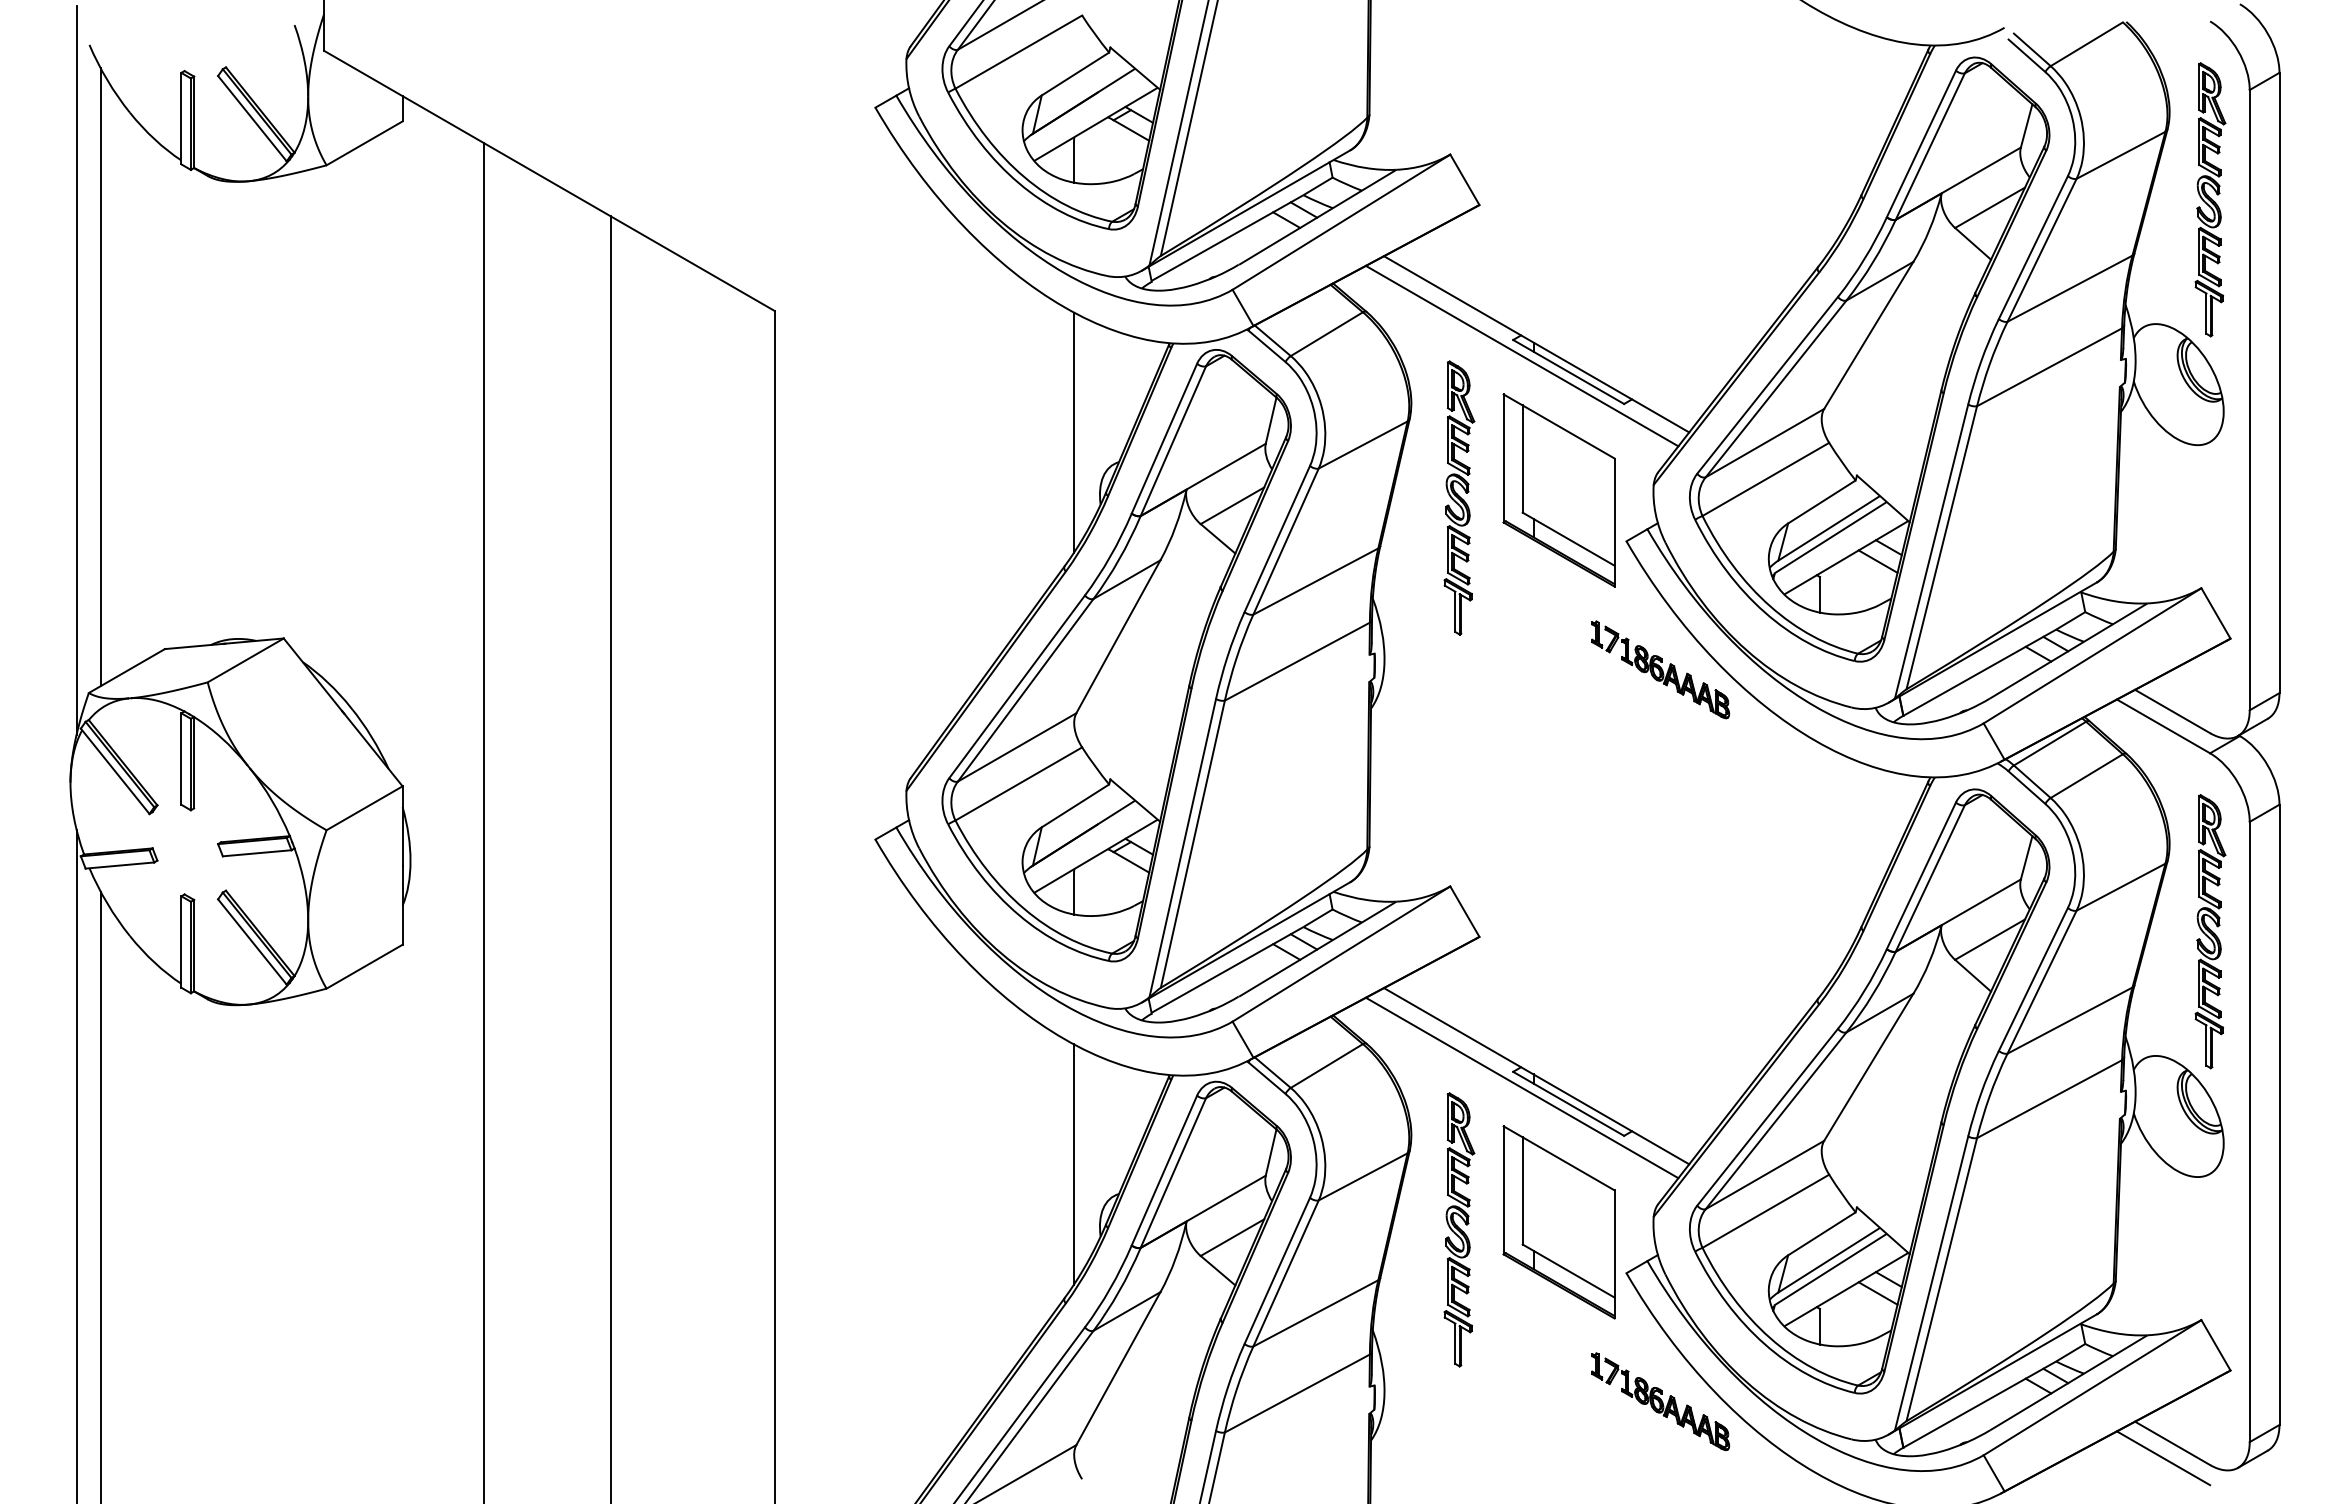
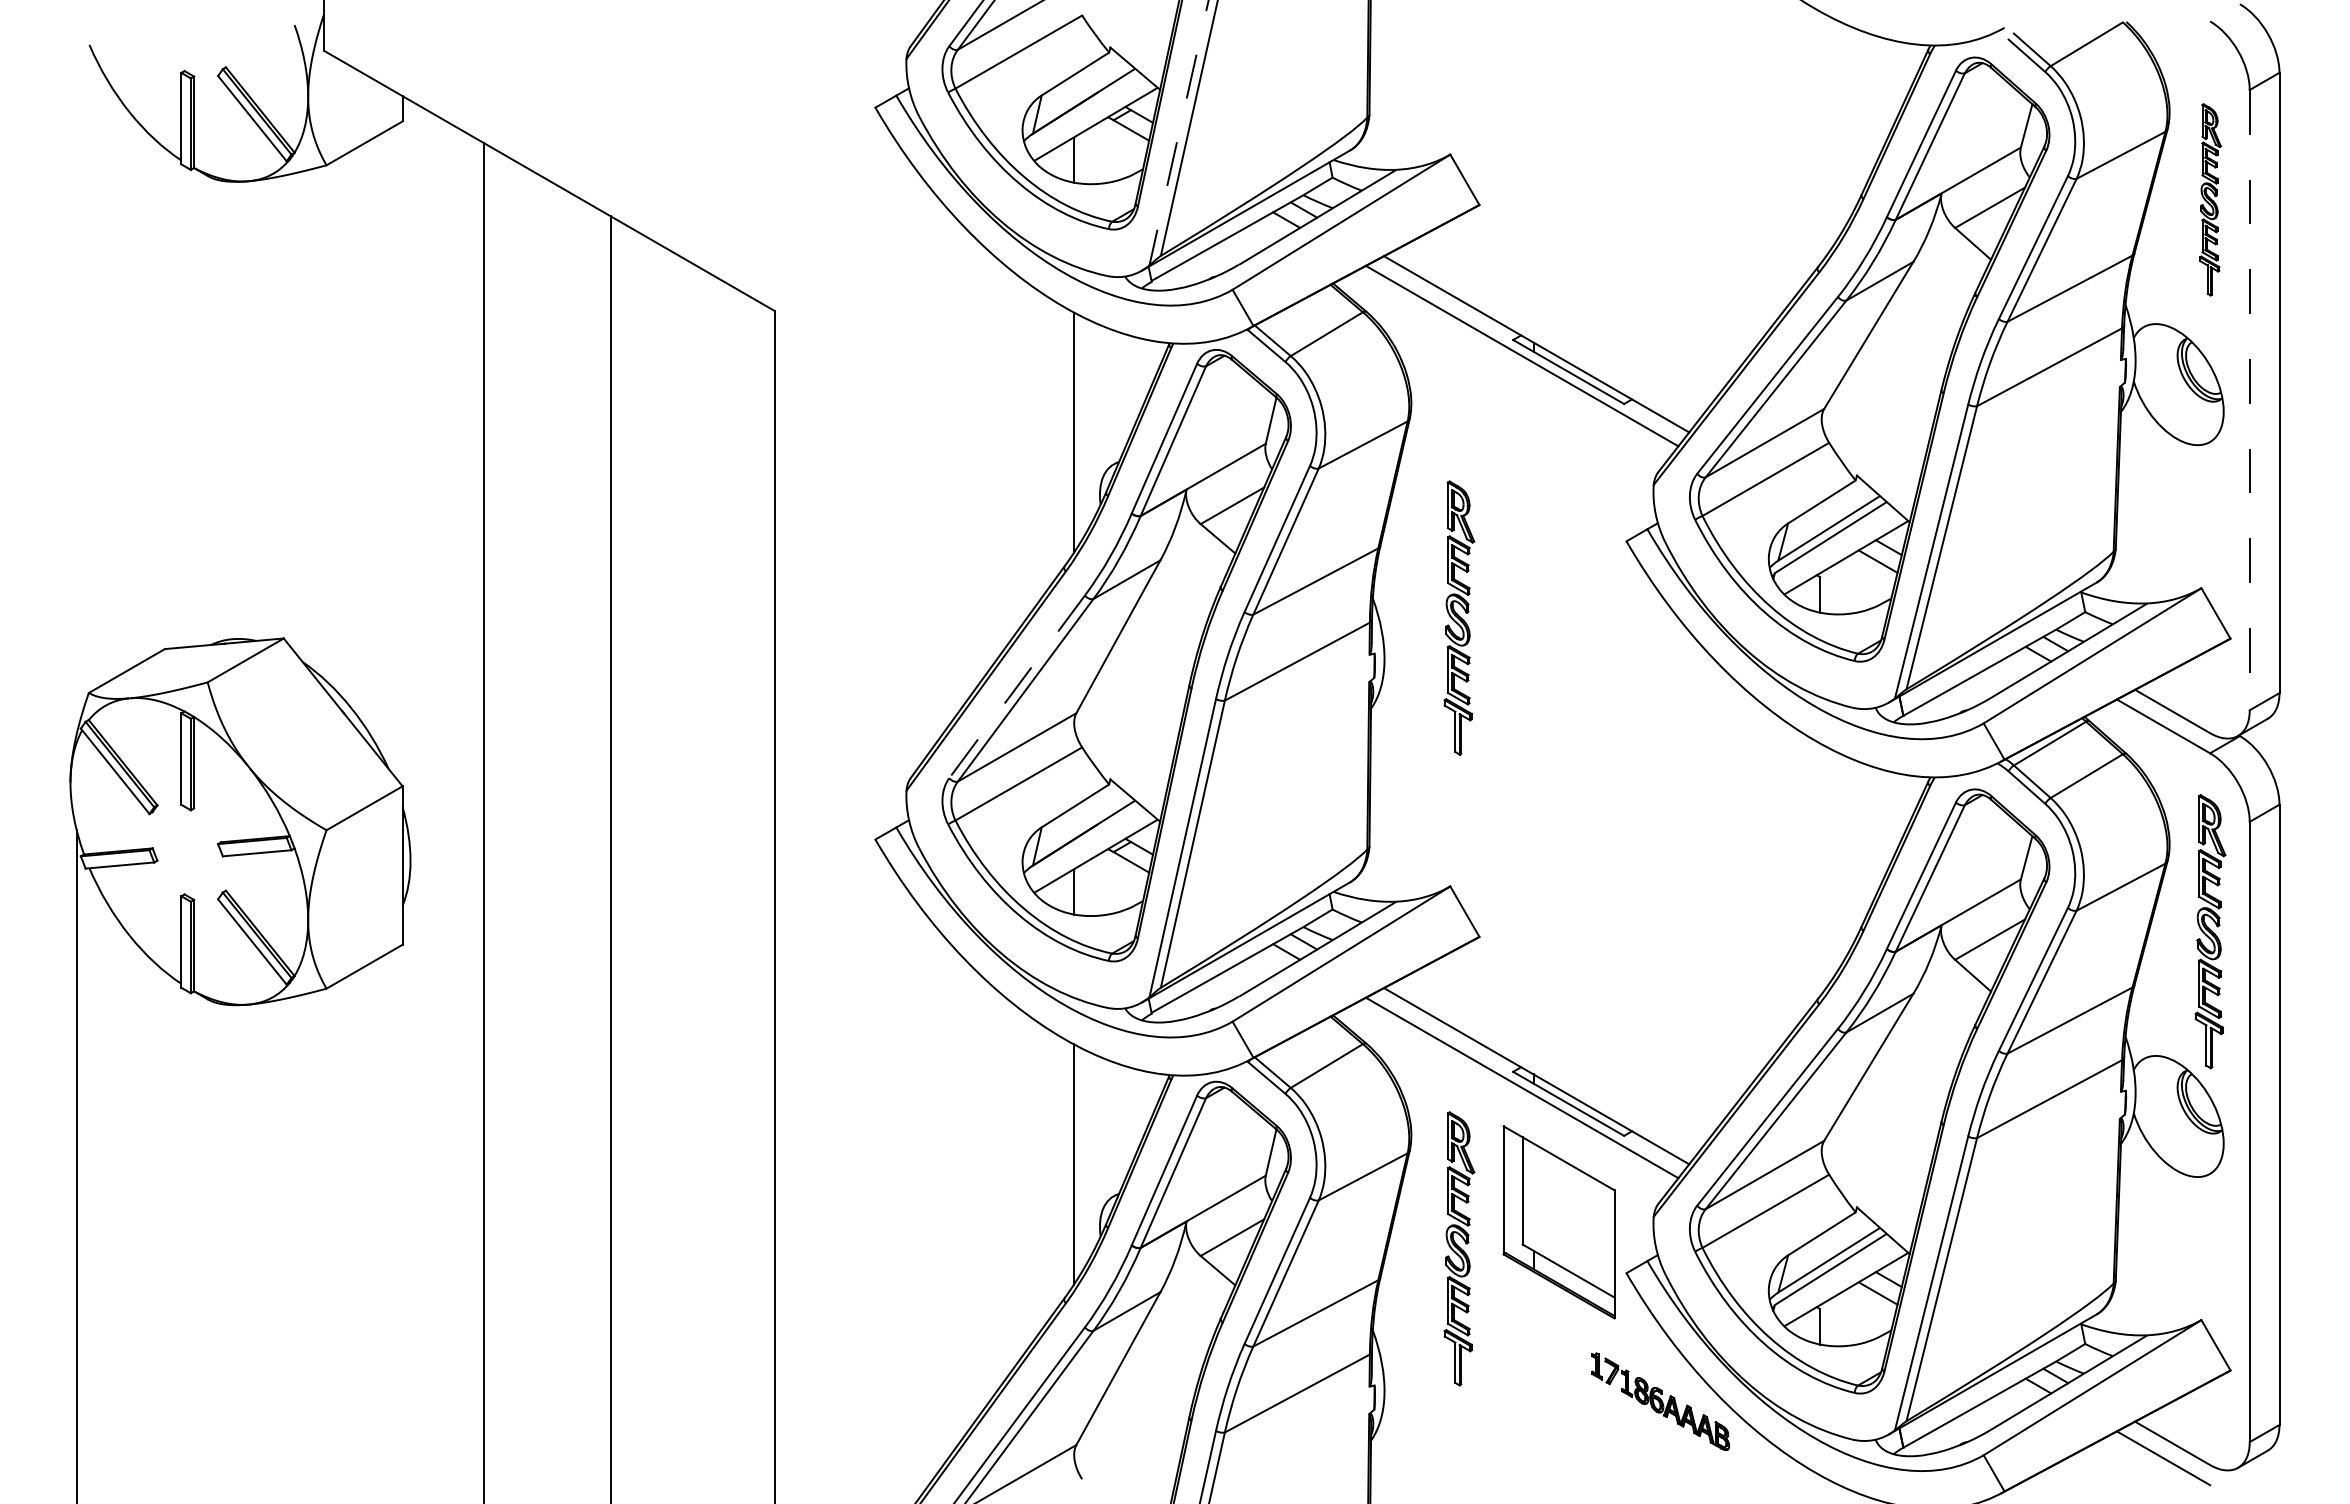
line at (1179, 132): solid -> dashed
part at (2210, 199) size: 33x276 px -> 23x194 px
line at (76, 370): present -> none
line at (100, 377): present -> none
line at (2249, 400): solid -> dashed
part at (1558, 490): present -> none
part at (1459, 497) position: (1459, 497) -> (1459, 617)
part at (1660, 669): present -> none
line at (1017, 686): solid -> dashed
line at (100, 1195): present -> none
part at (1459, 1229) position: (1459, 1229) -> (1459, 1248)
